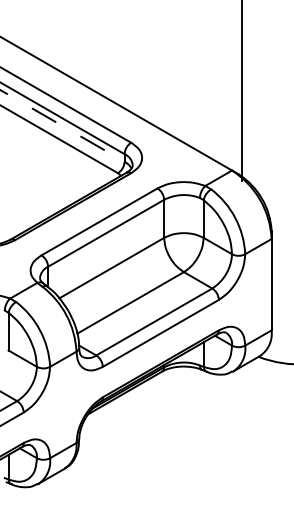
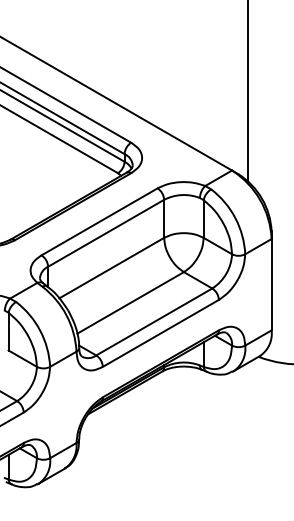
line at (241, 91) position: (241, 91) -> (247, 91)
line at (62, 125): dashed -> solid
